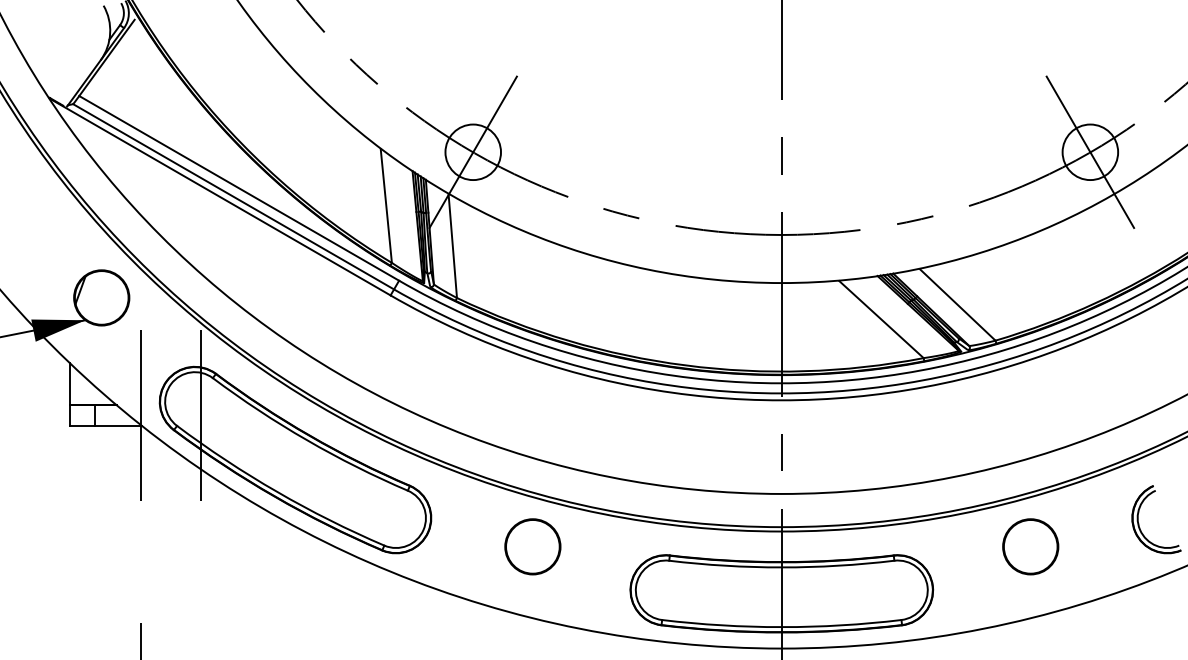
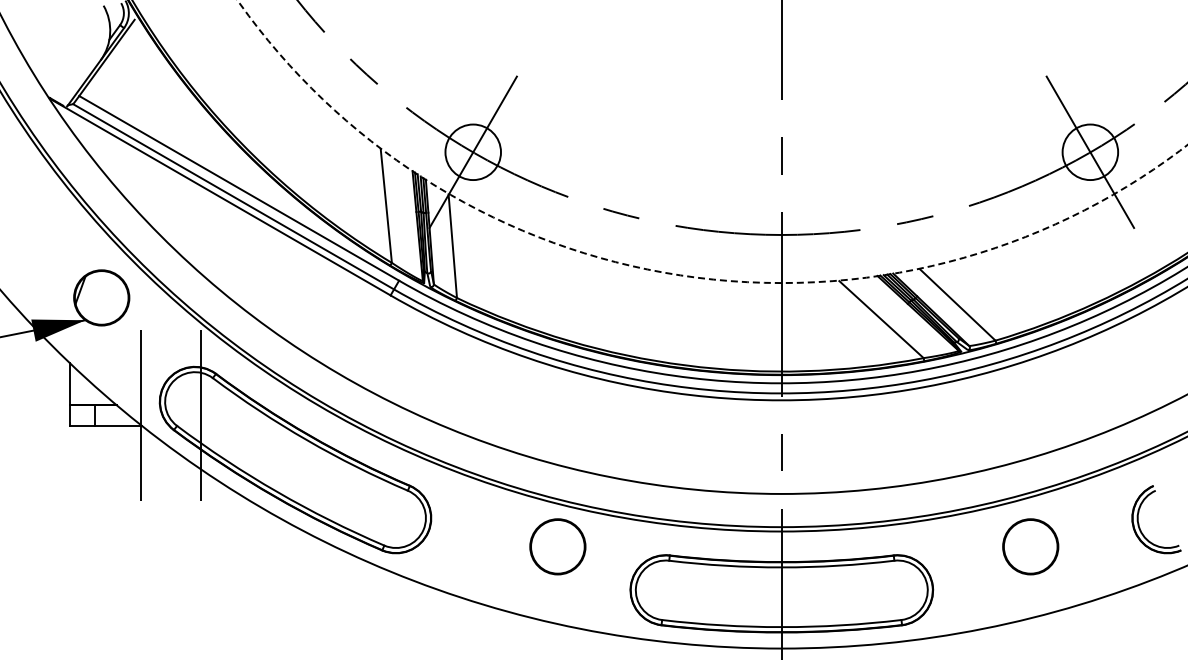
circle at (712, 141): solid -> dashed
circle at (532, 546) position: (532, 546) -> (557, 546)
line at (140, 639): present -> none
